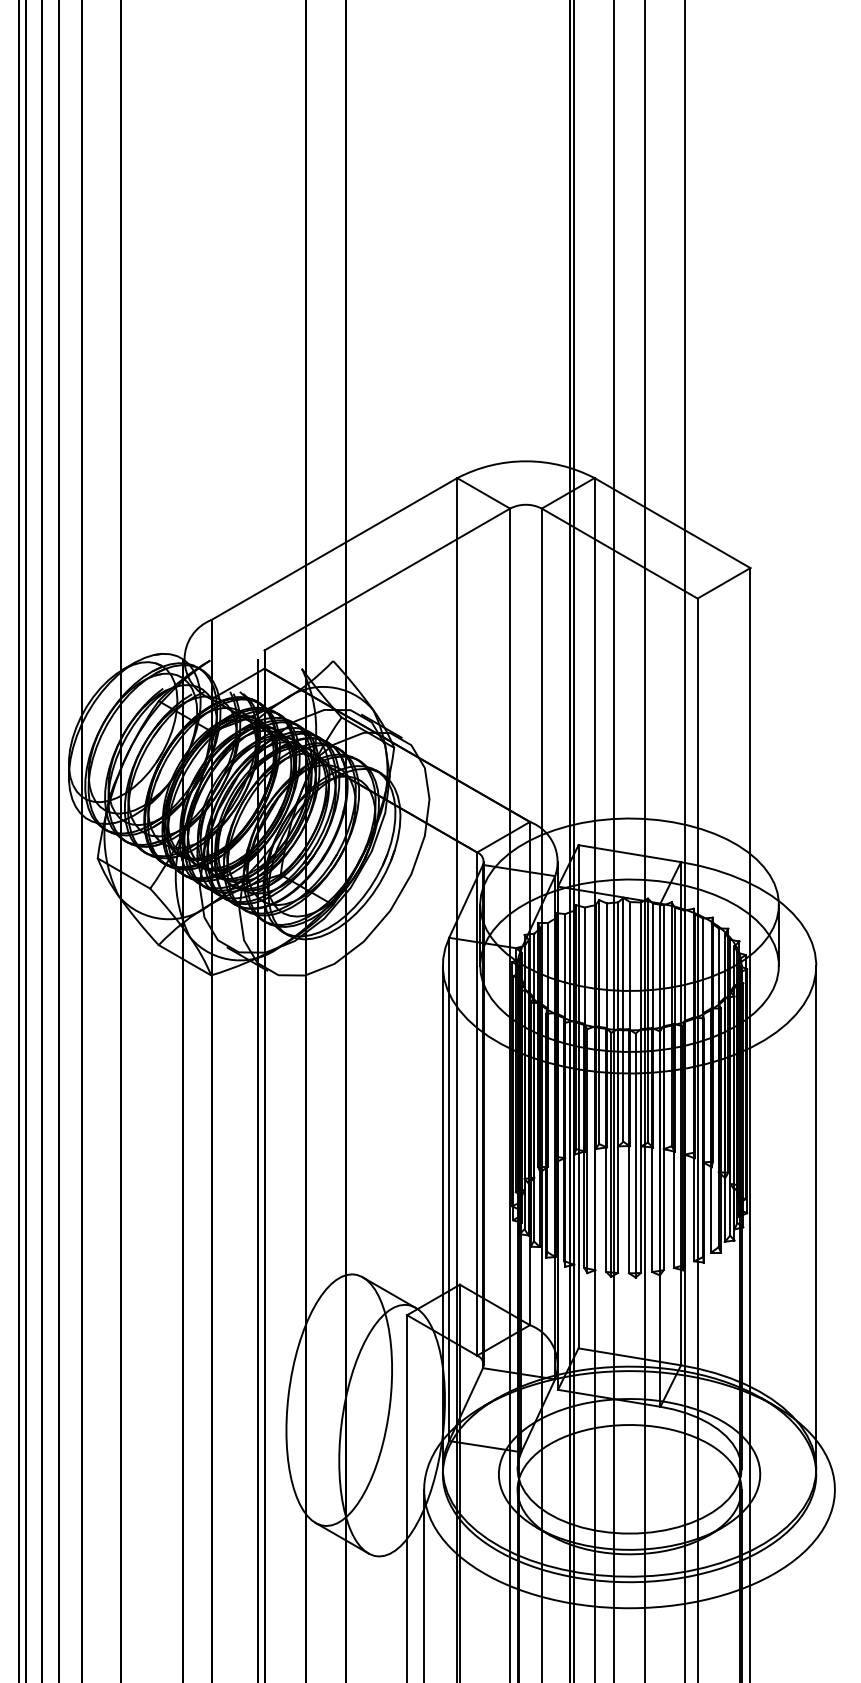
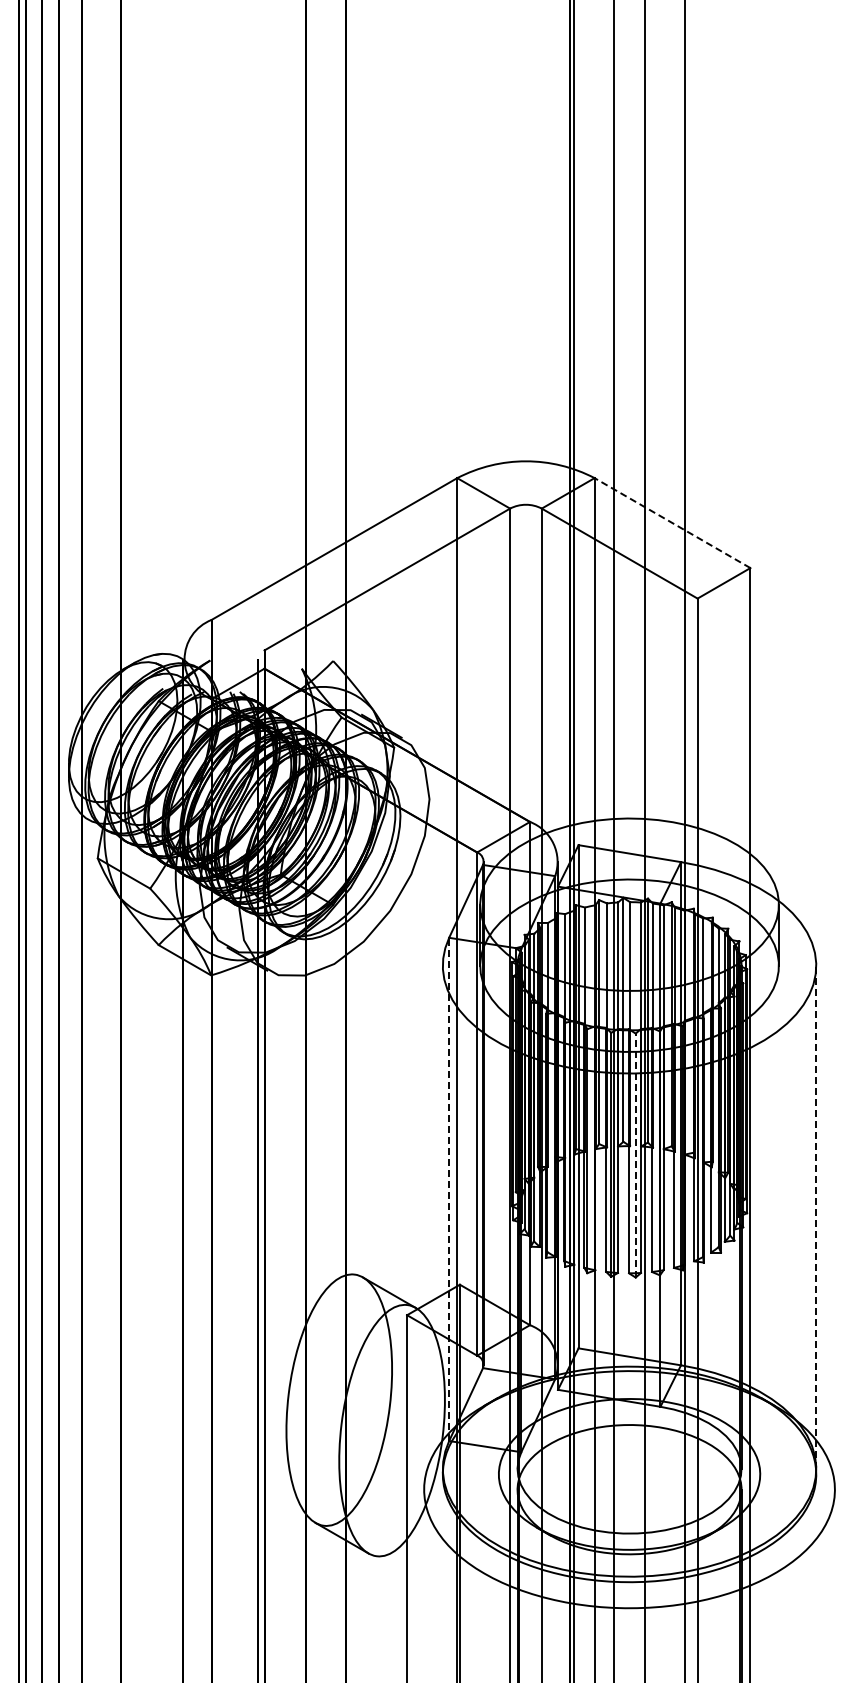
line at (672, 523): solid -> dashed
line at (635, 1155): solid -> dashed
line at (449, 1189): solid -> dashed
line at (442, 1216): present -> none
line at (816, 1217): solid -> dashed
line at (424, 1584): present -> none
